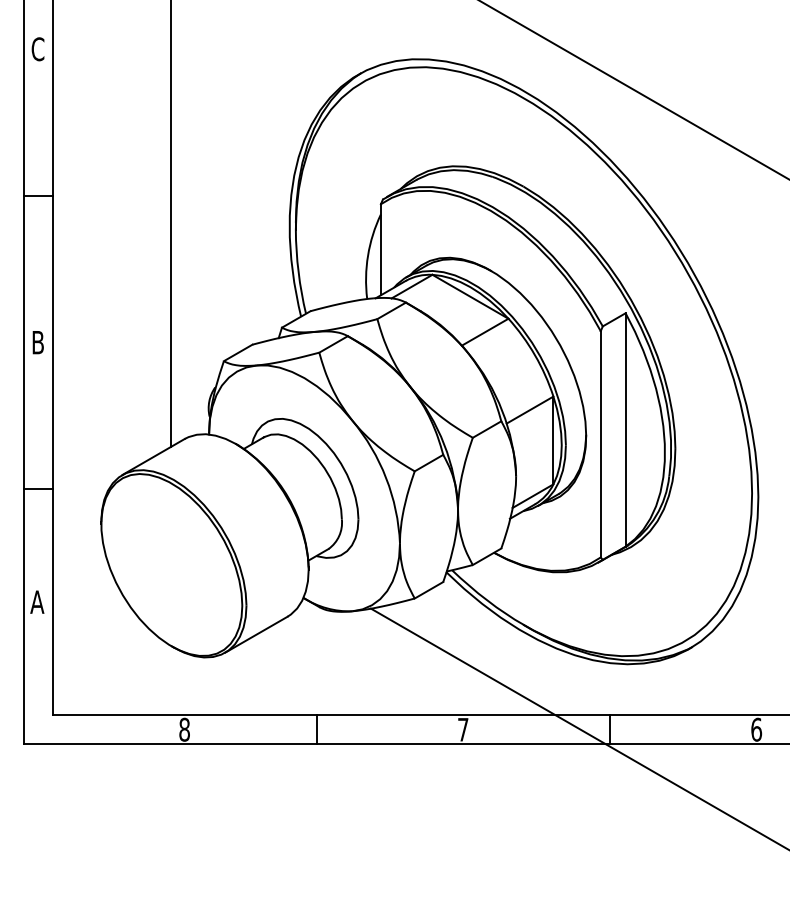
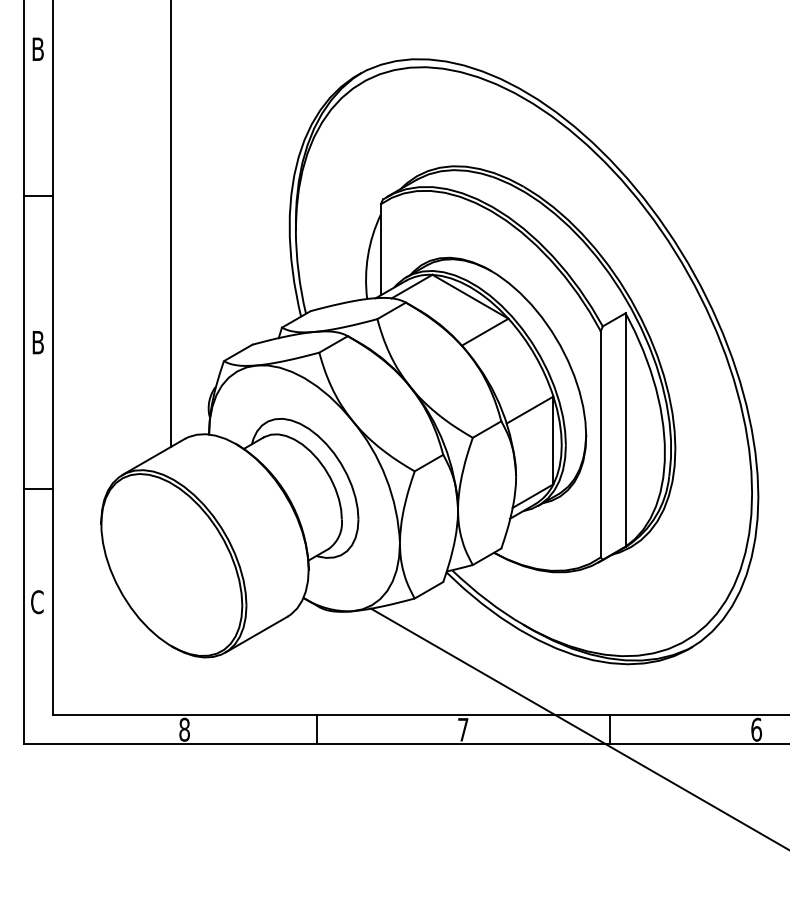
text at (37, 49): C -> B
line at (633, 89): present -> none
text at (37, 602): A -> C
